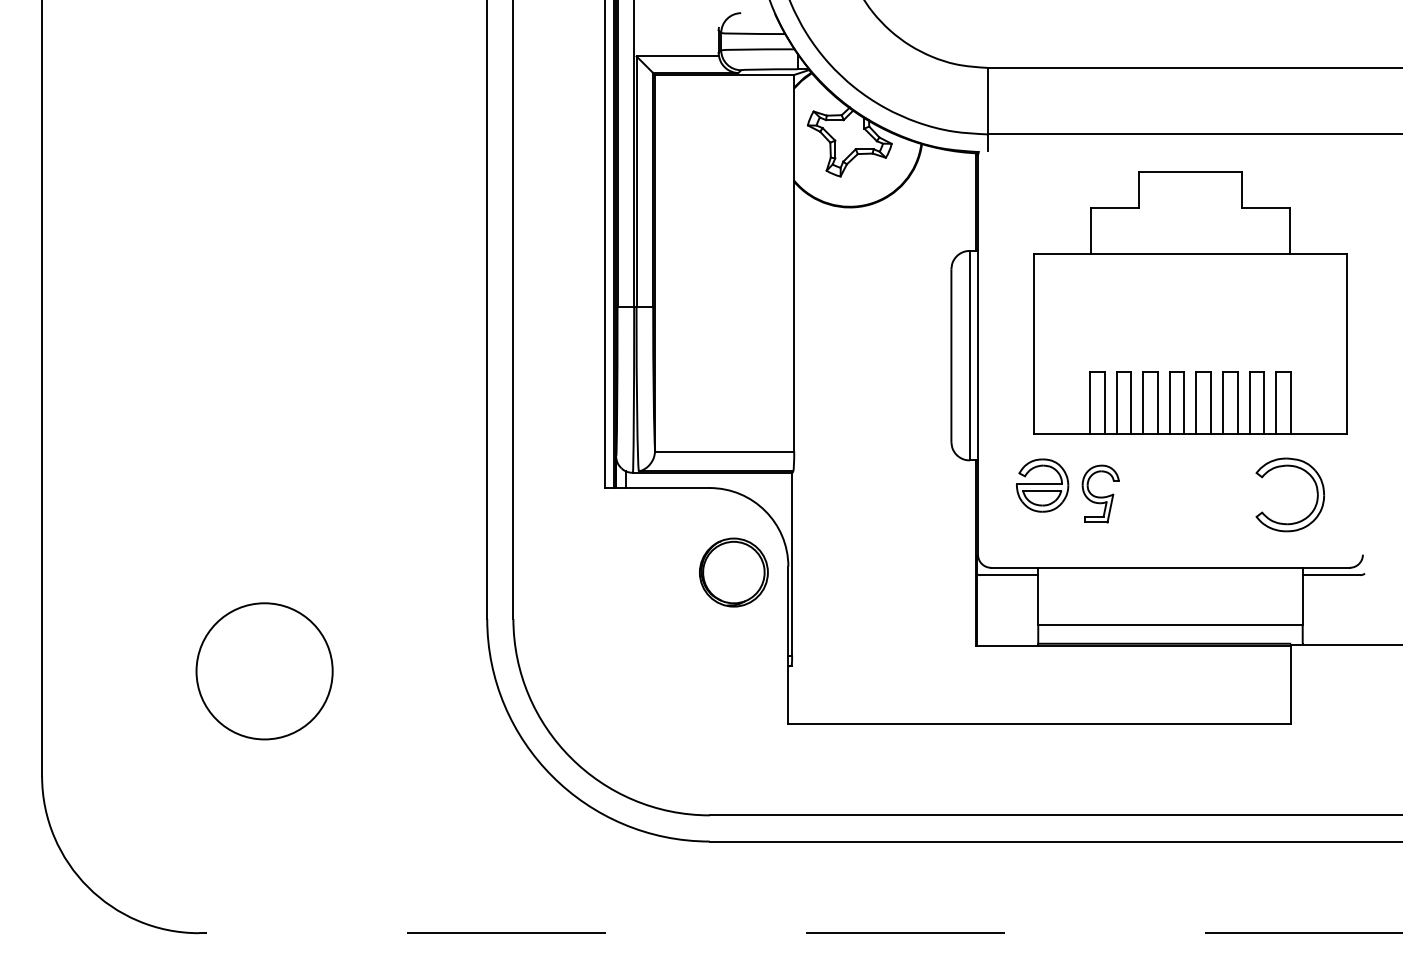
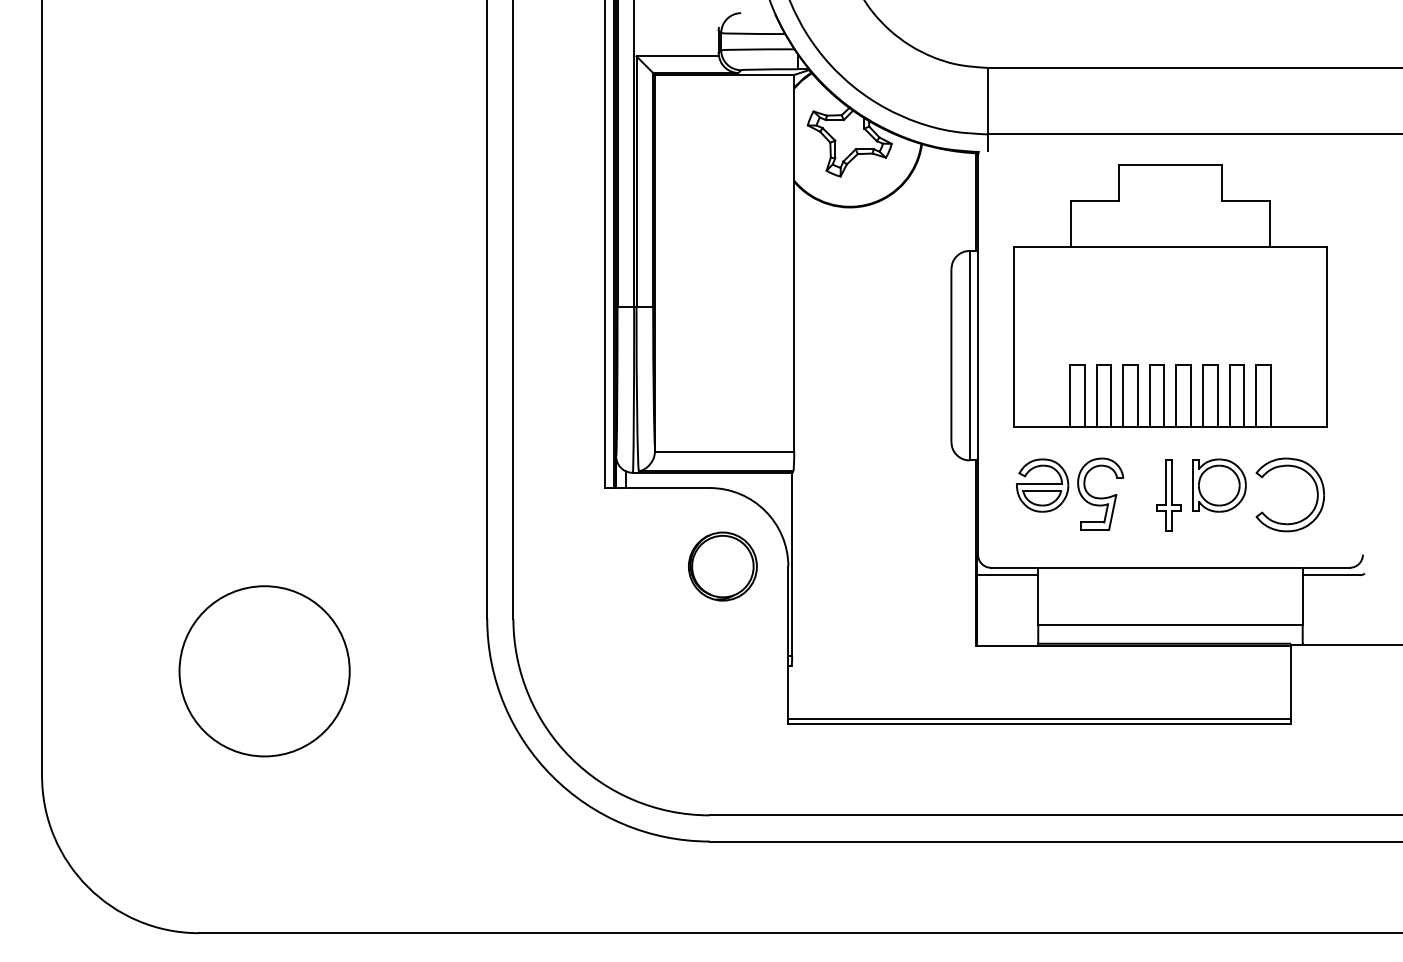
part at (1190, 302) position: (1190, 302) -> (1170, 295)
part at (1219, 485): none -> present
part at (1100, 493) size: 39x60 px -> 48x74 px
part at (1168, 495): none -> present
part at (733, 572) position: (733, 572) -> (722, 566)
circle at (264, 671) size: 139x139 px -> 173x173 px
line at (1039, 719): none -> present
line at (800, 933): dashed -> solid
